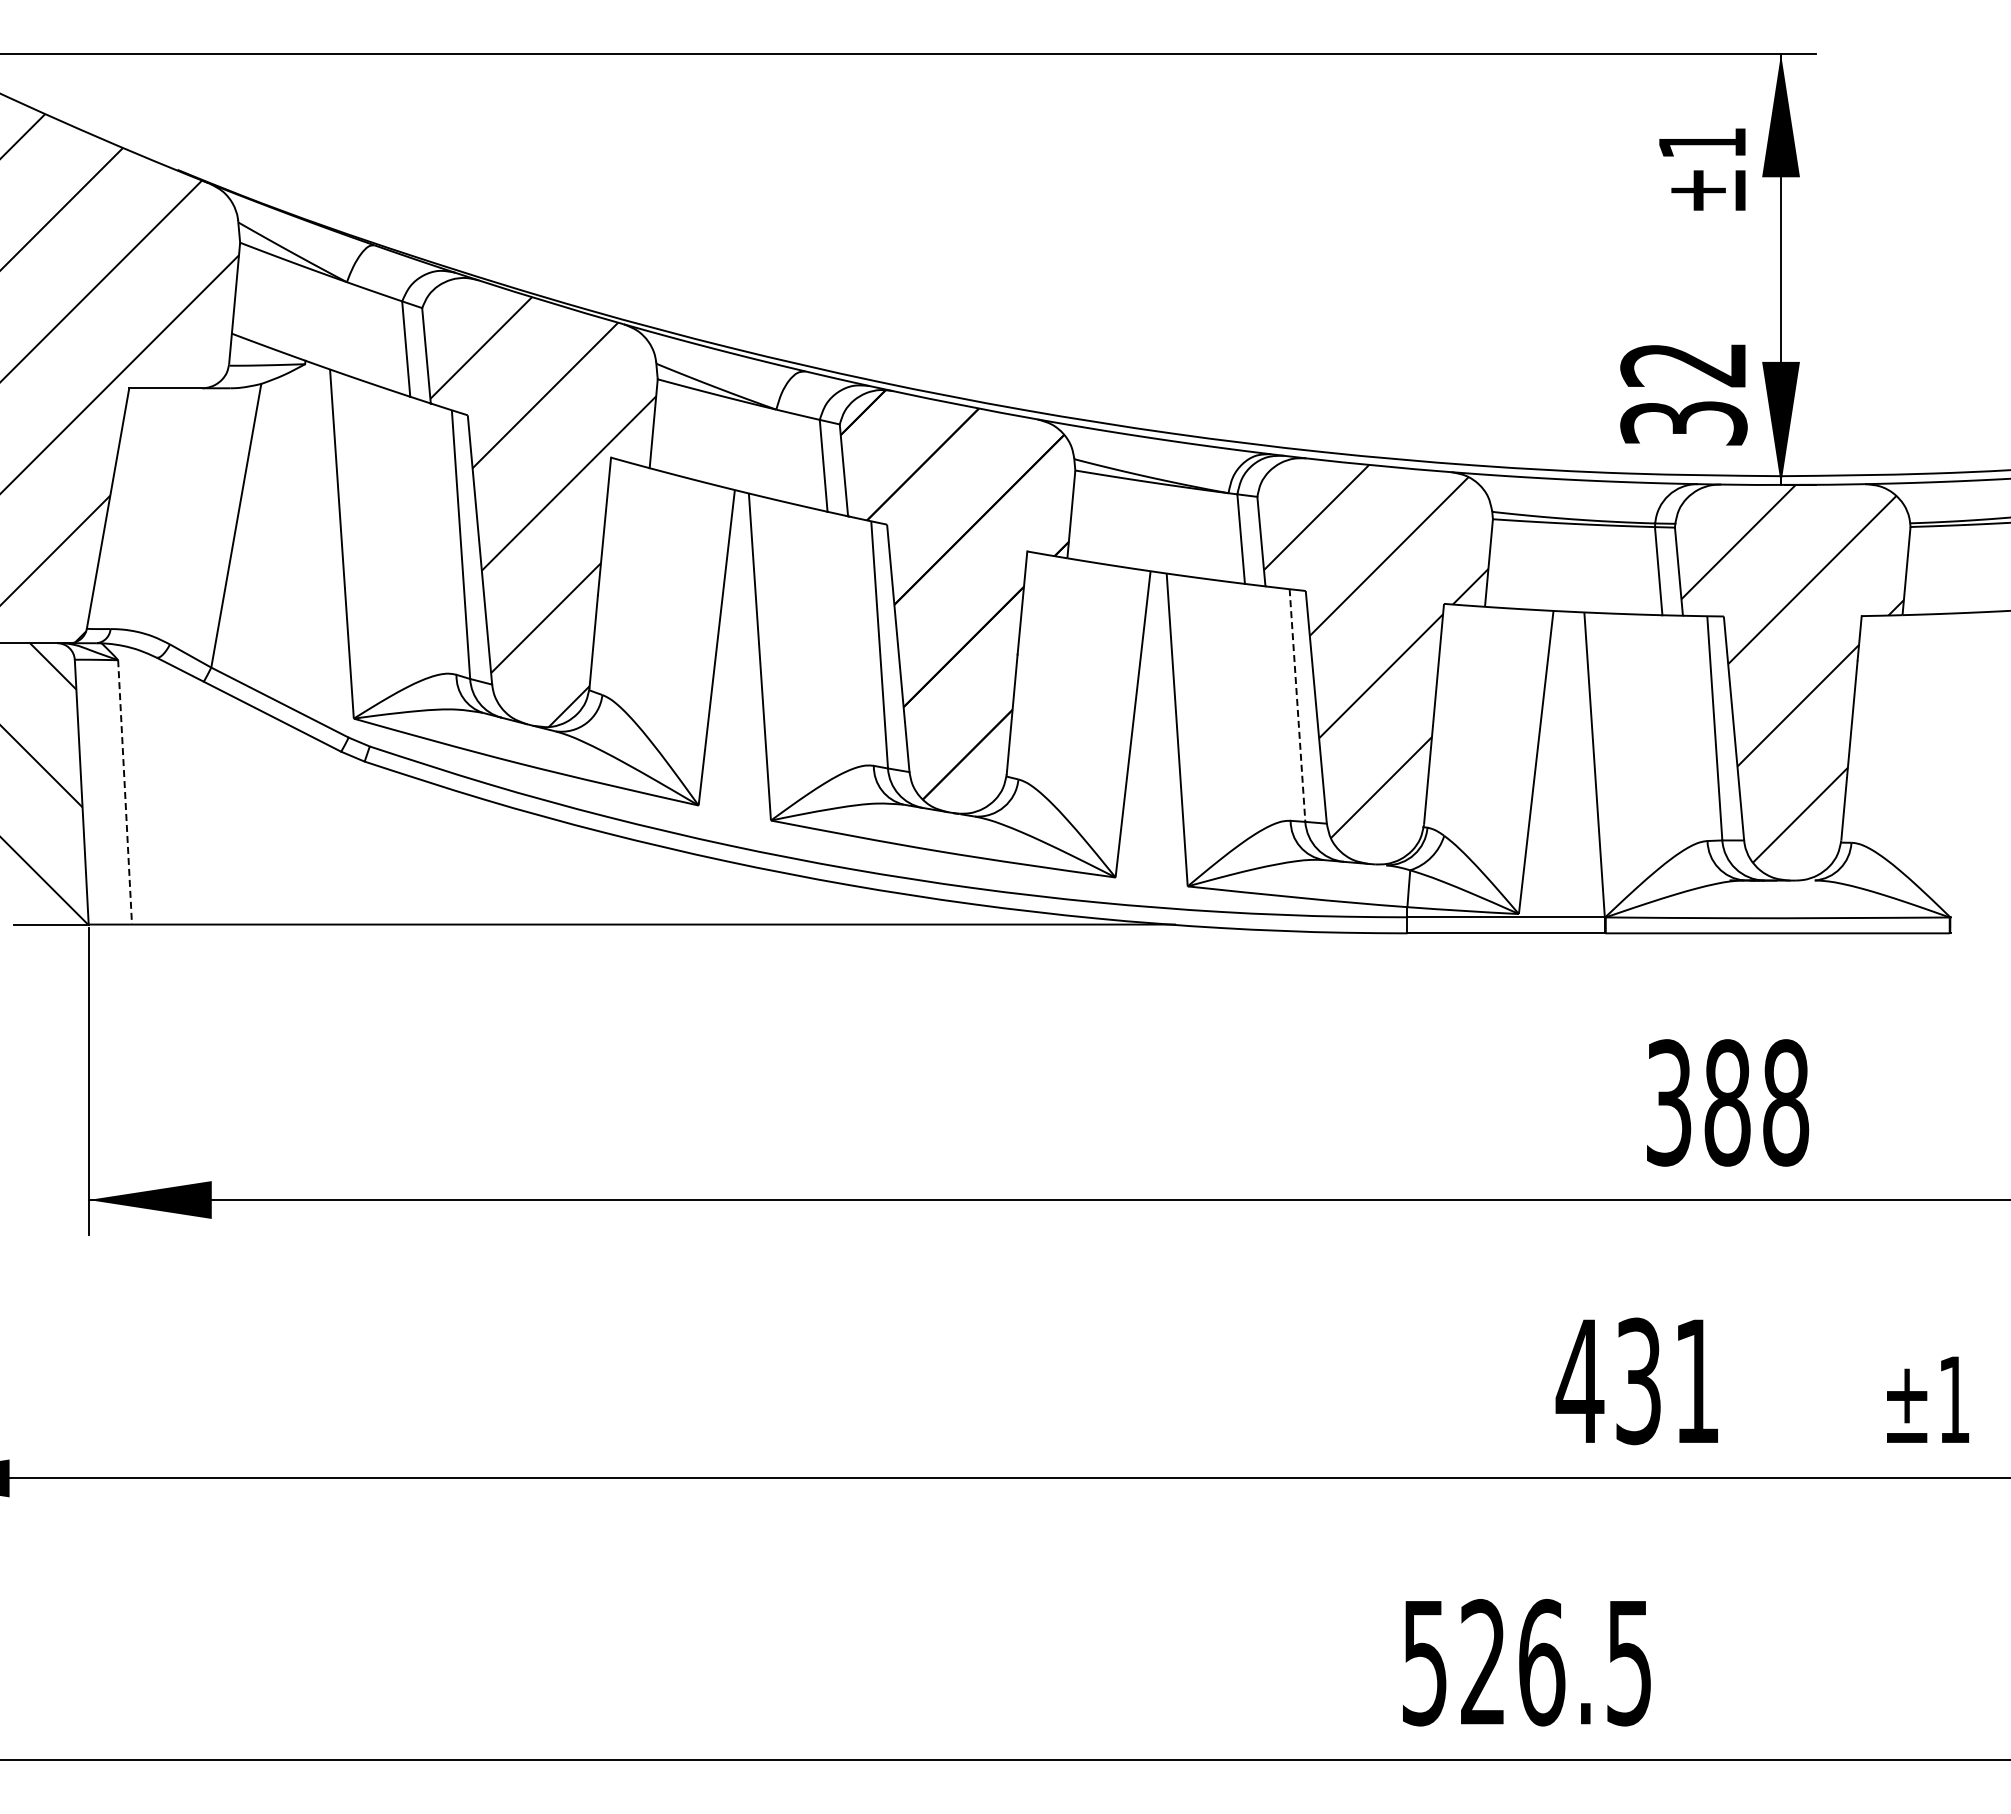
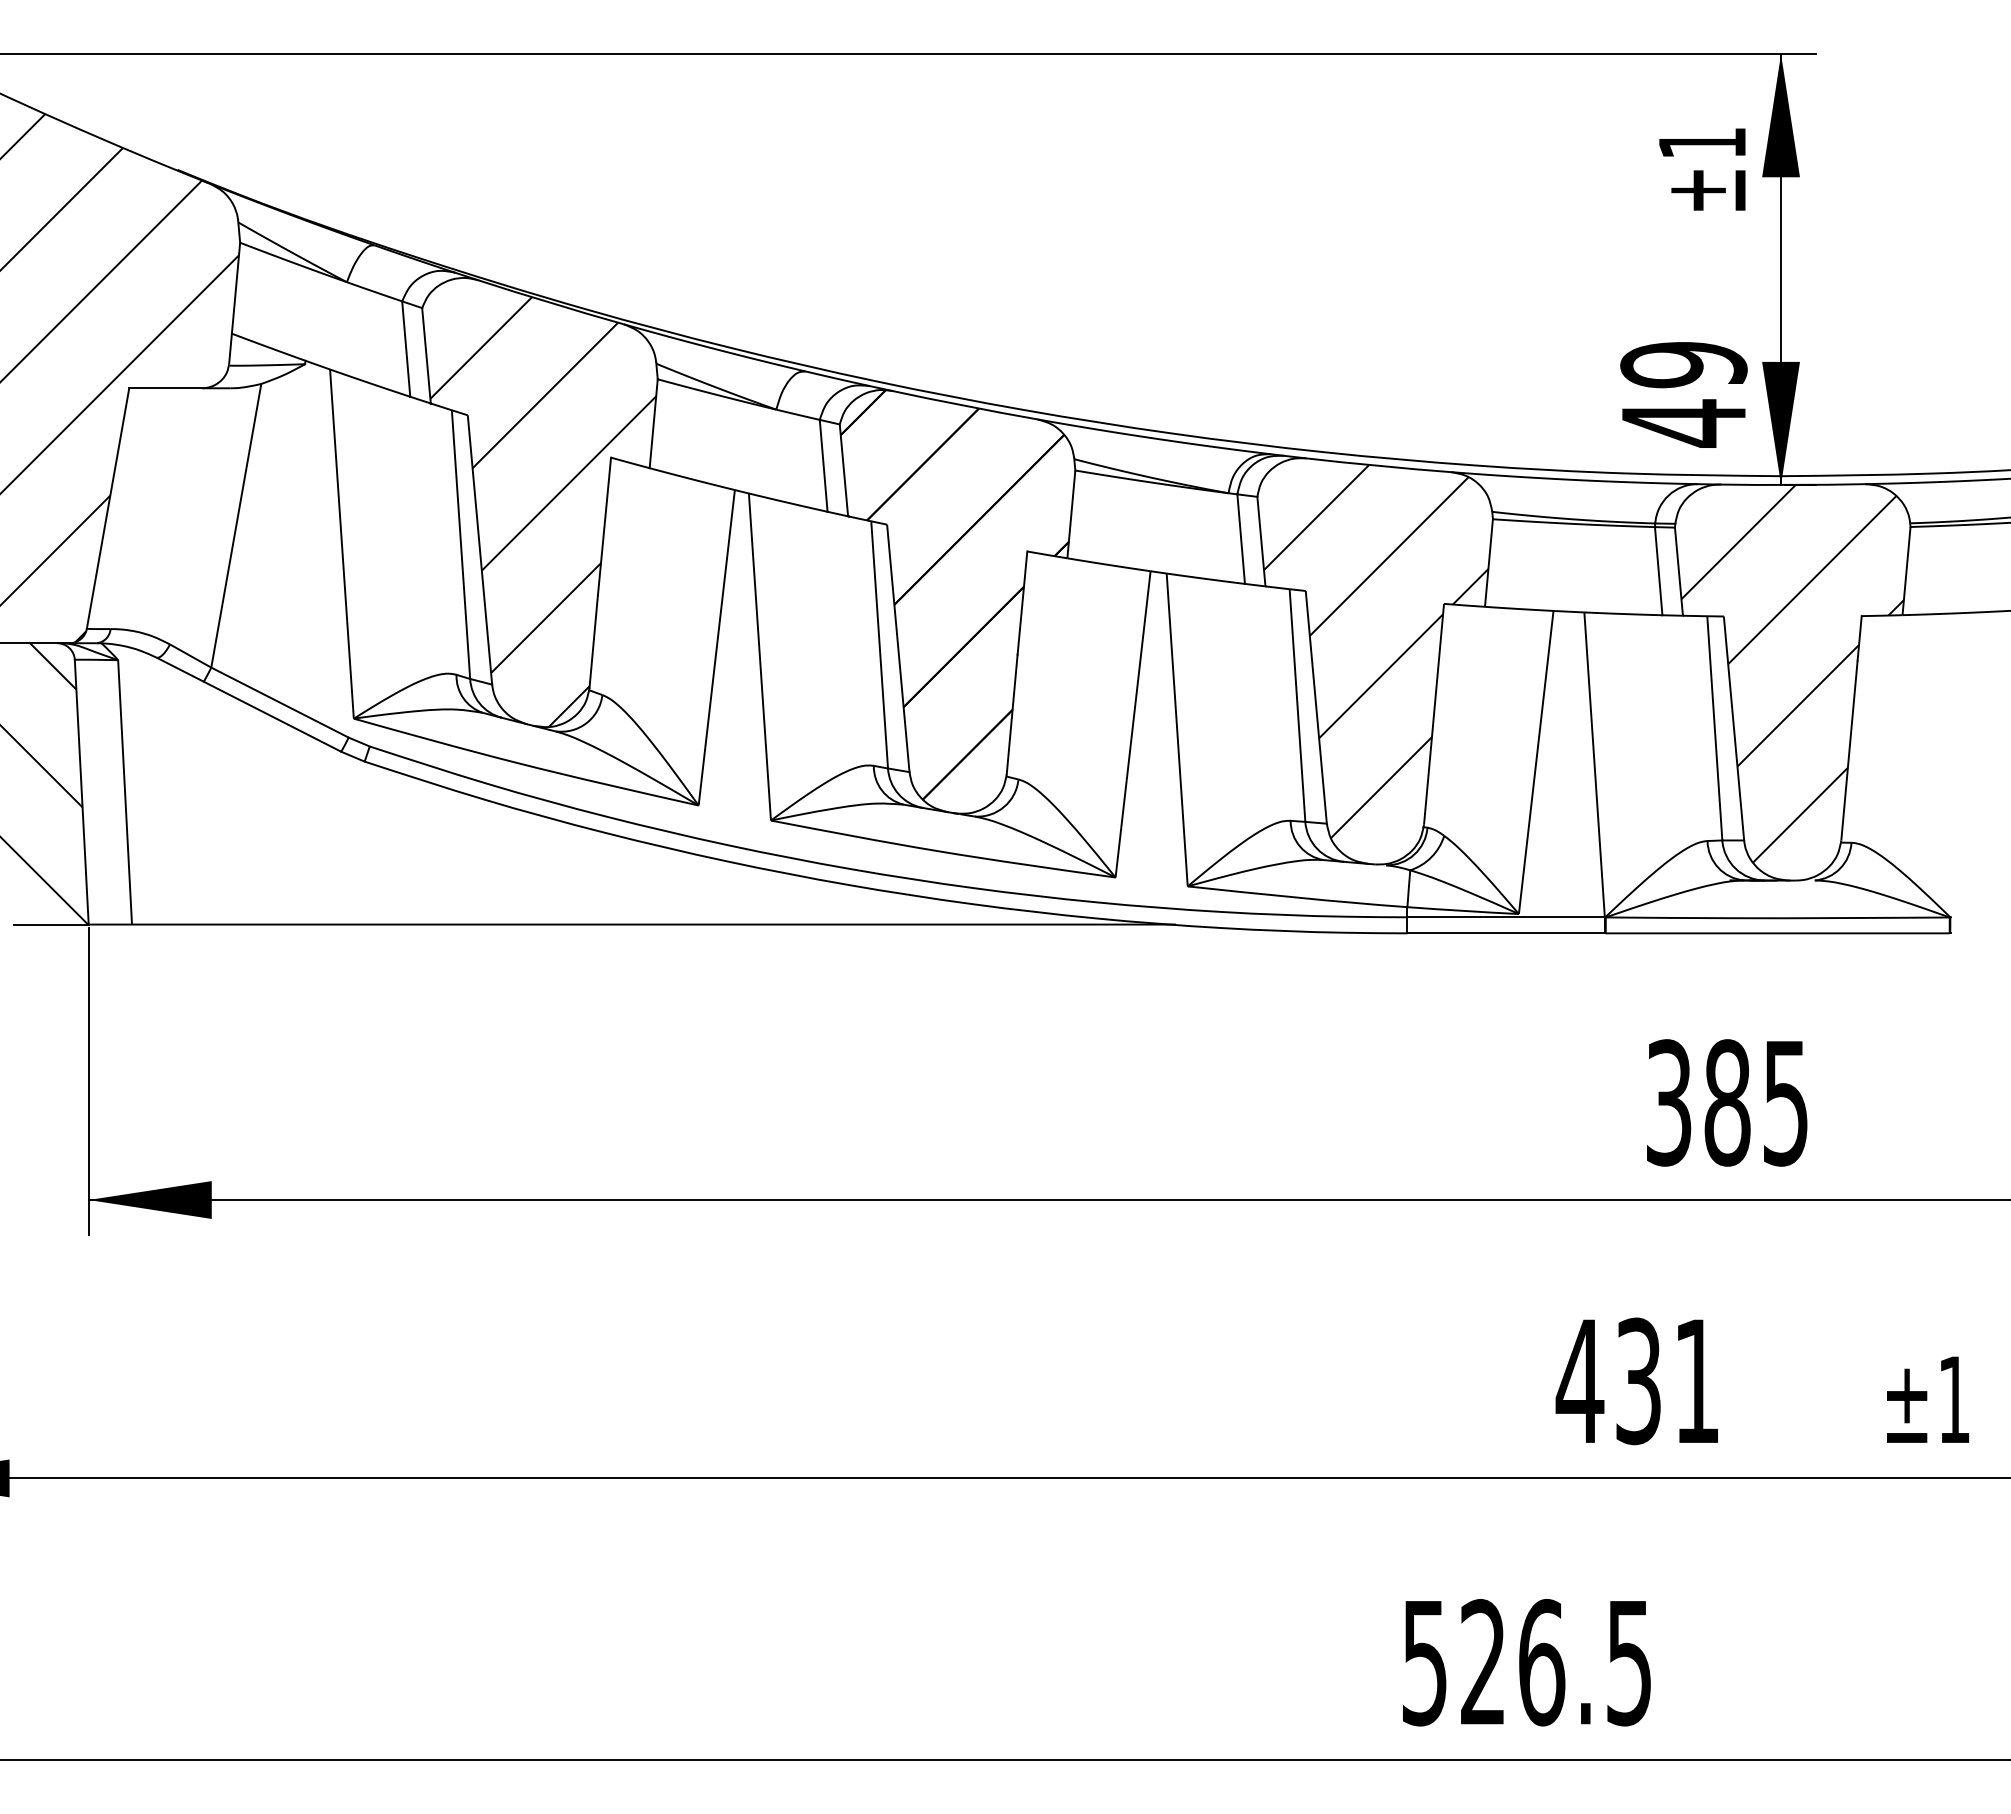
text at (1683, 394): 32 -> 49
line at (1297, 707): dashed -> solid
line at (125, 791): dashed -> solid
text at (1786, 1102): 388 -> 385
